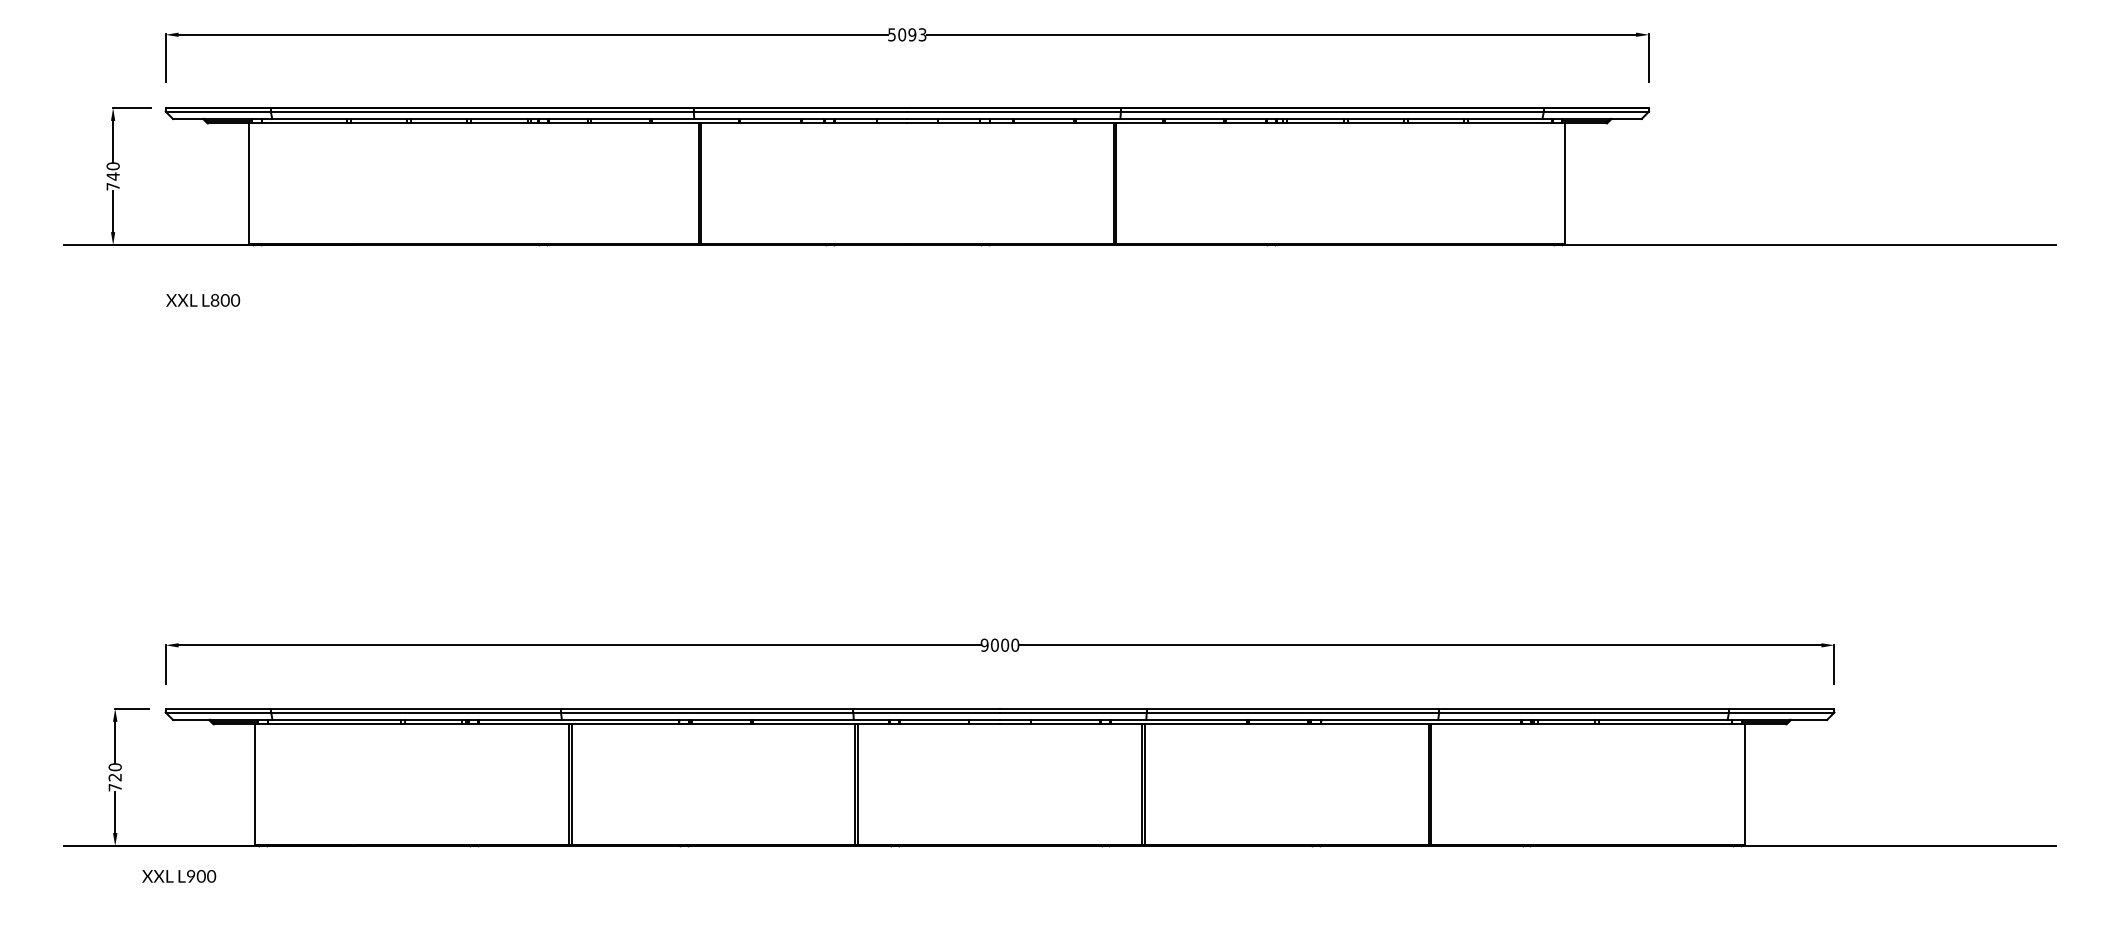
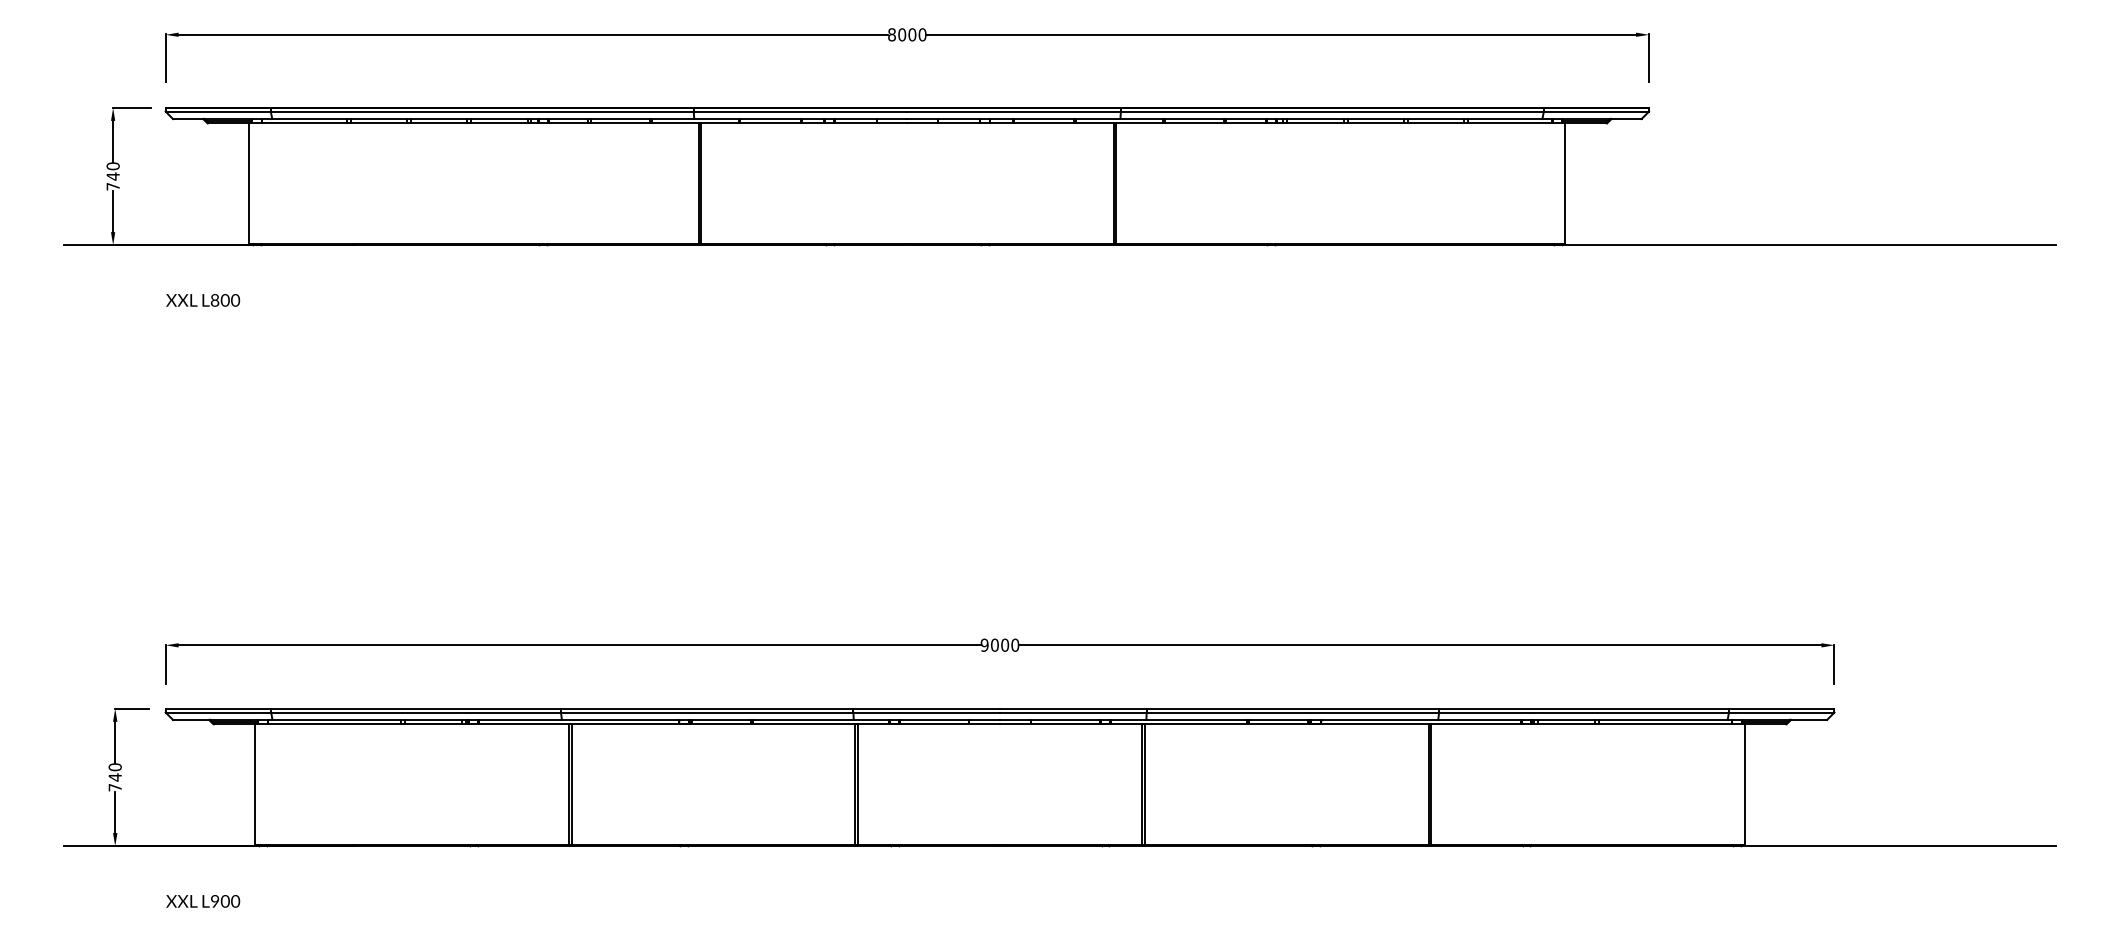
text at (907, 34): 5093 -> 8000
text at (114, 777): 720 -> 740
text at (179, 876) position: (179, 876) -> (203, 901)
